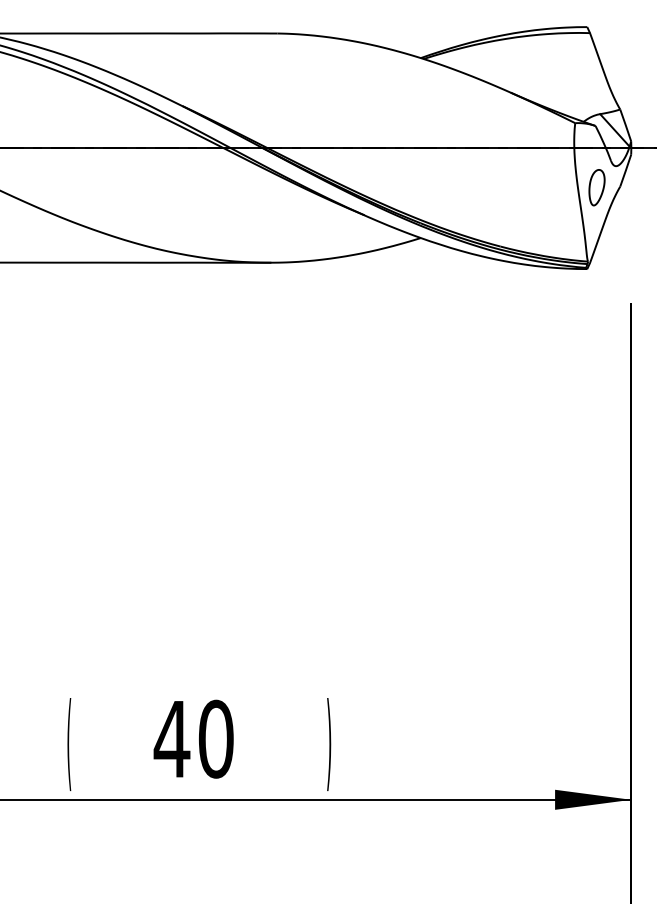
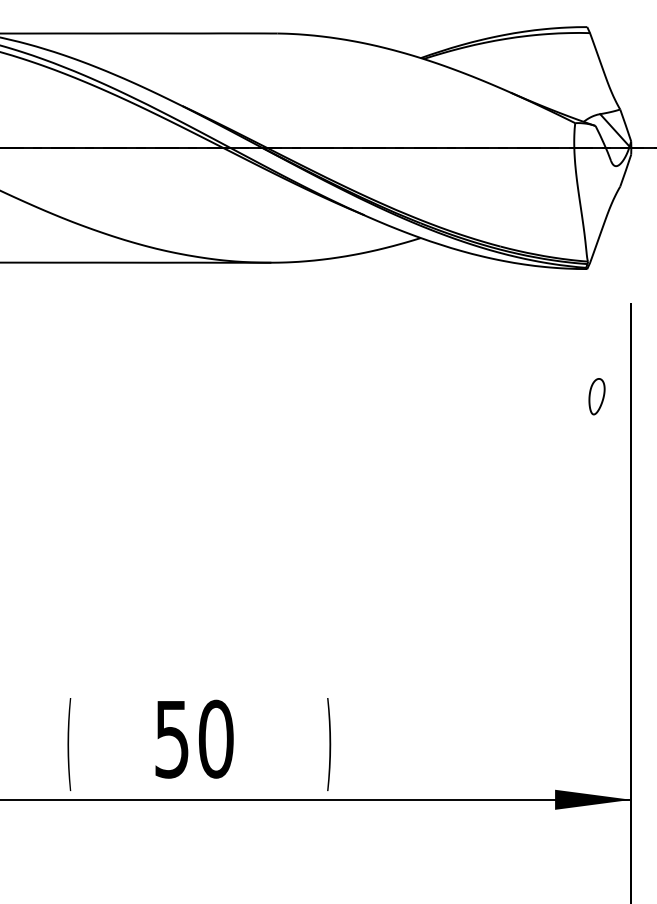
part at (596, 187) position: (596, 187) -> (596, 396)
text at (171, 739): 40 -> 50
